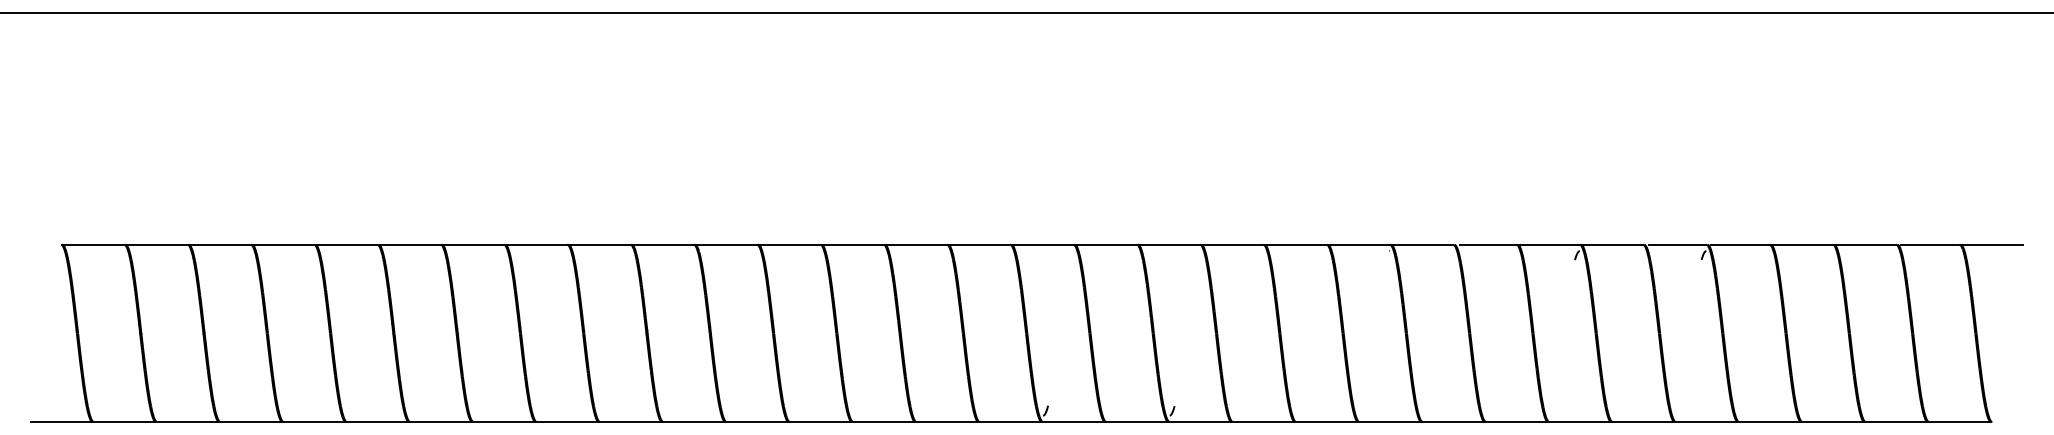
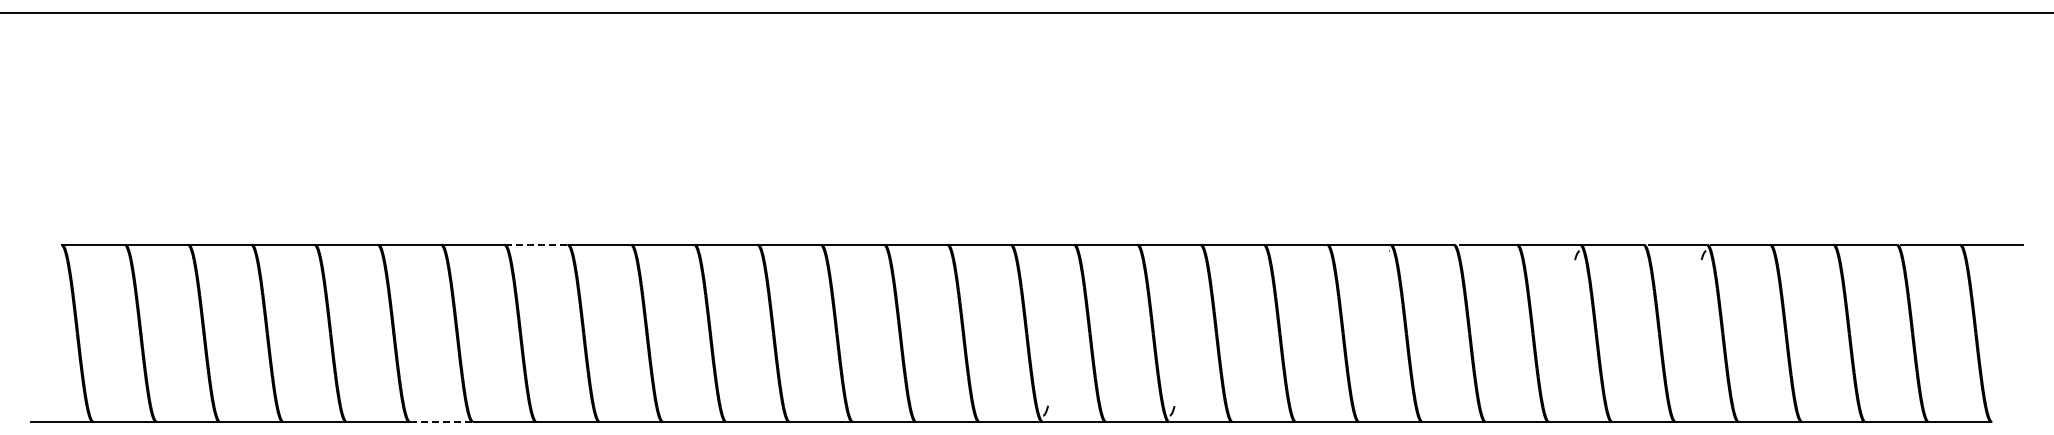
line at (535, 244): solid -> dashed
line at (441, 421): solid -> dashed
